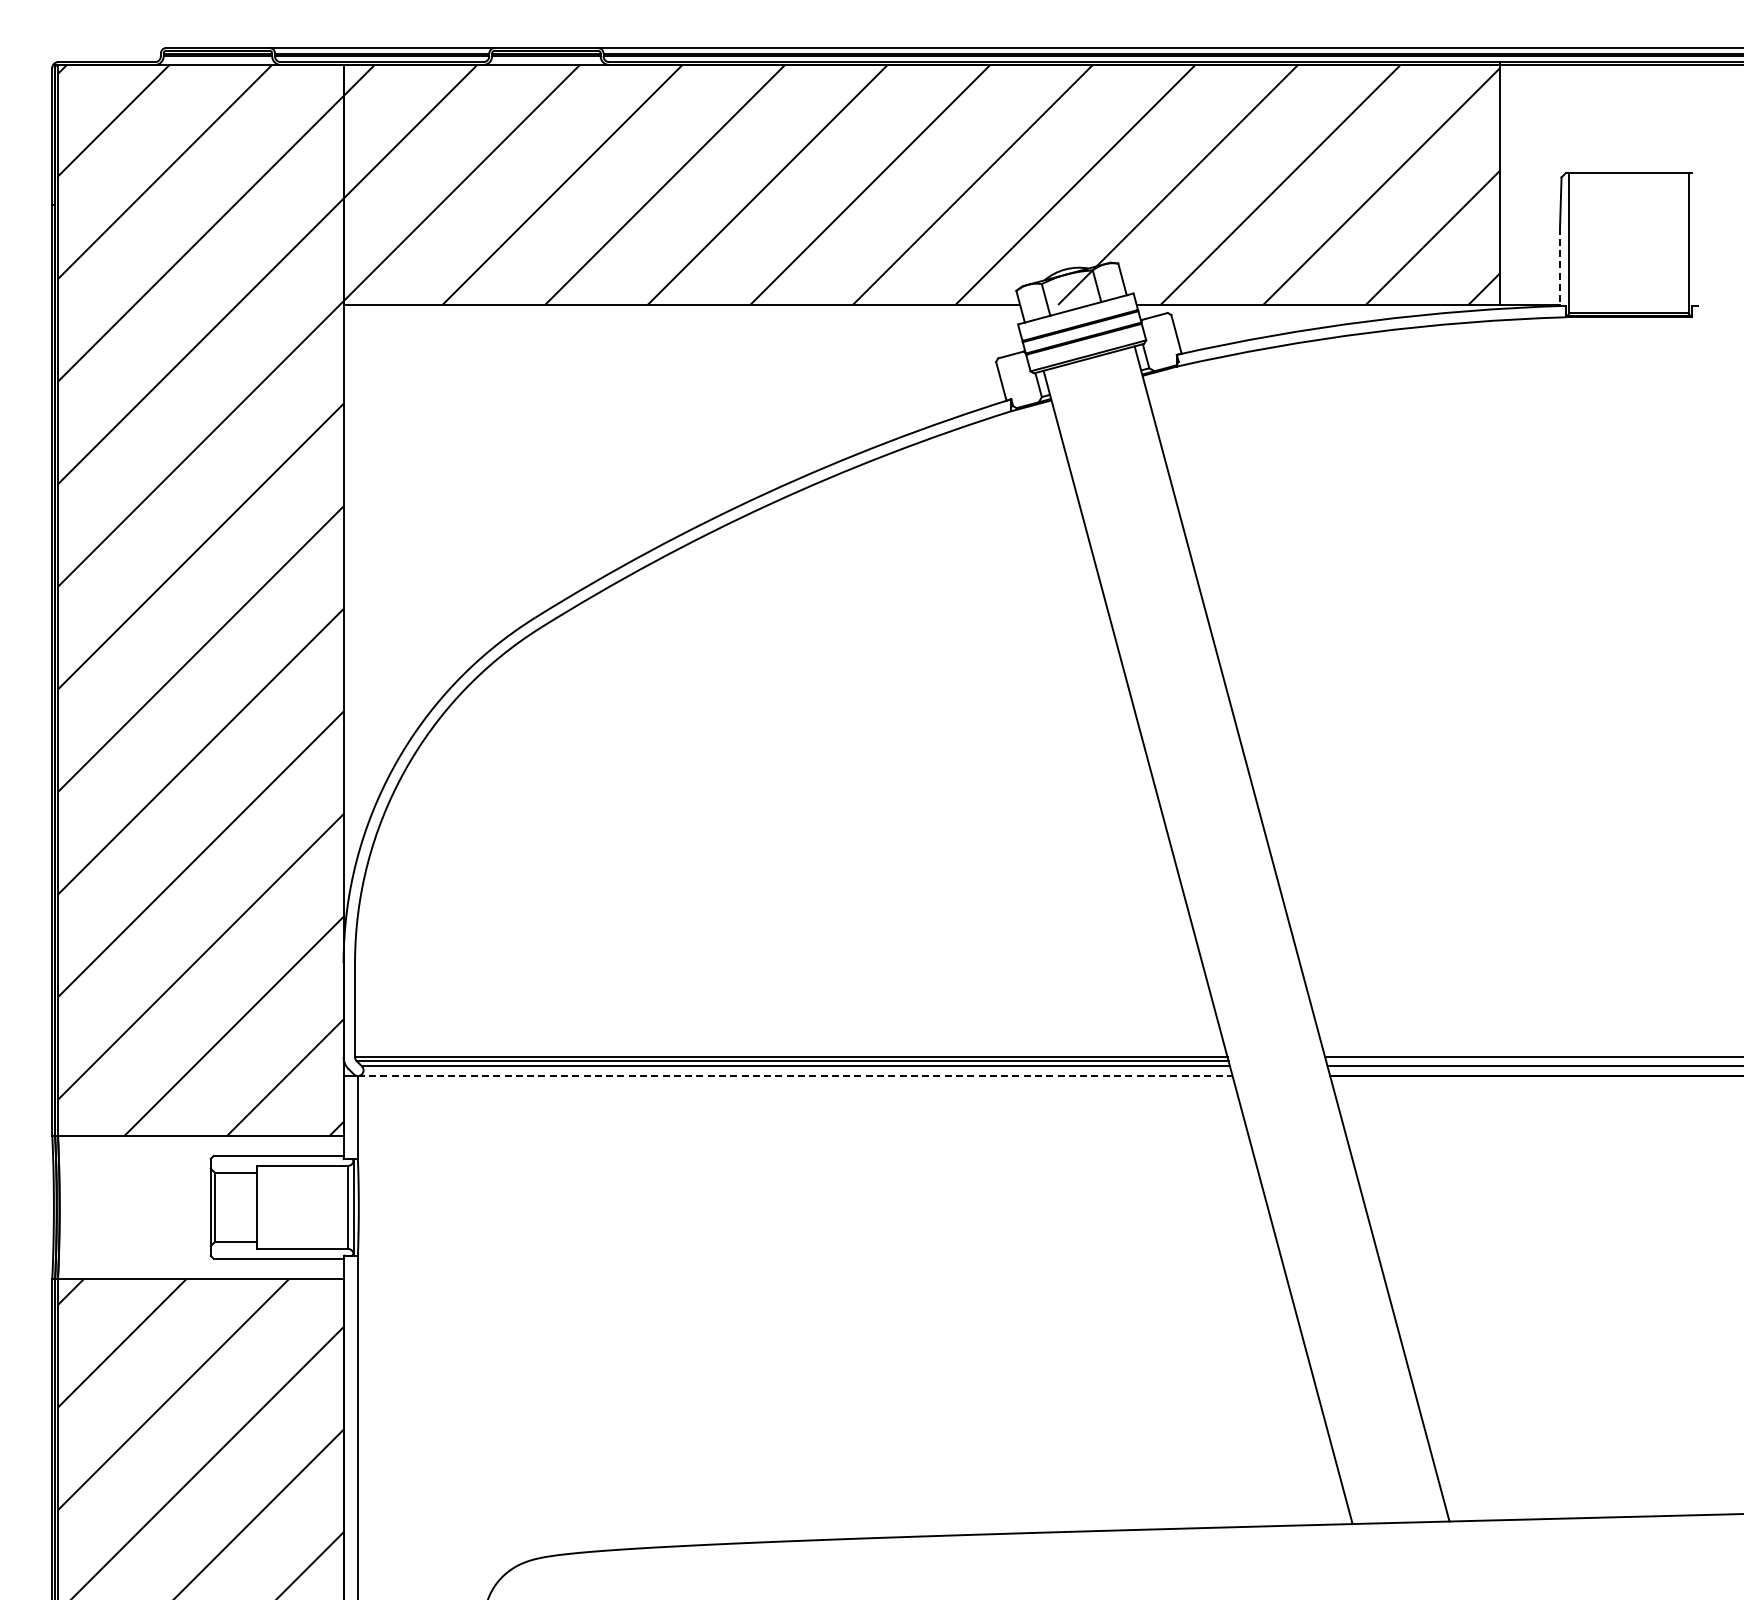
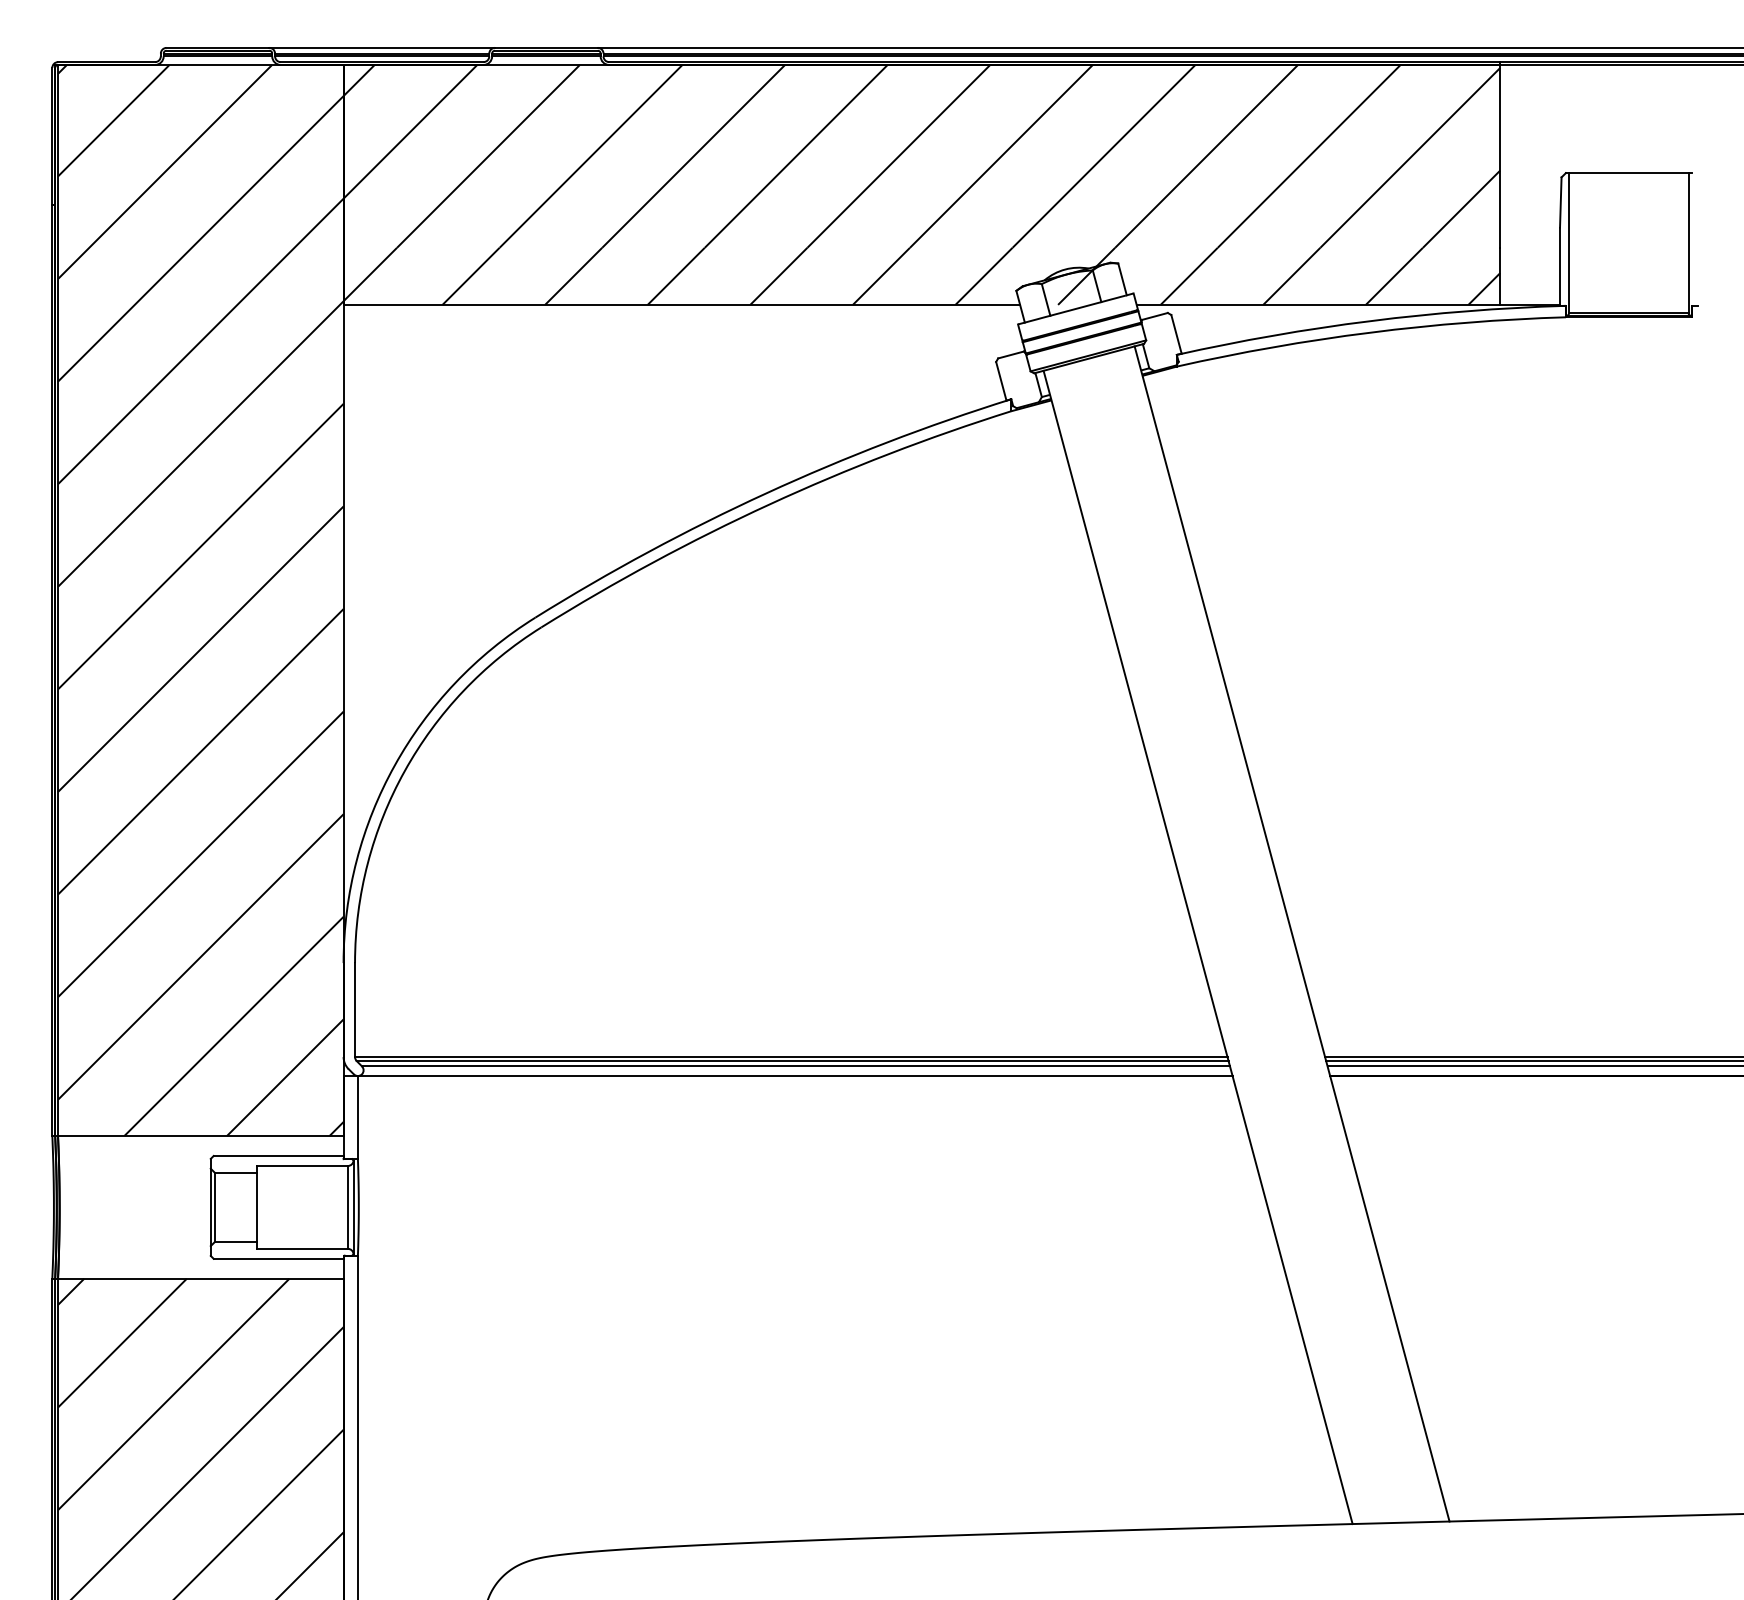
line at (1559, 267): dashed -> solid
line at (1533, 1061): none -> present
line at (795, 1076): dashed -> solid
